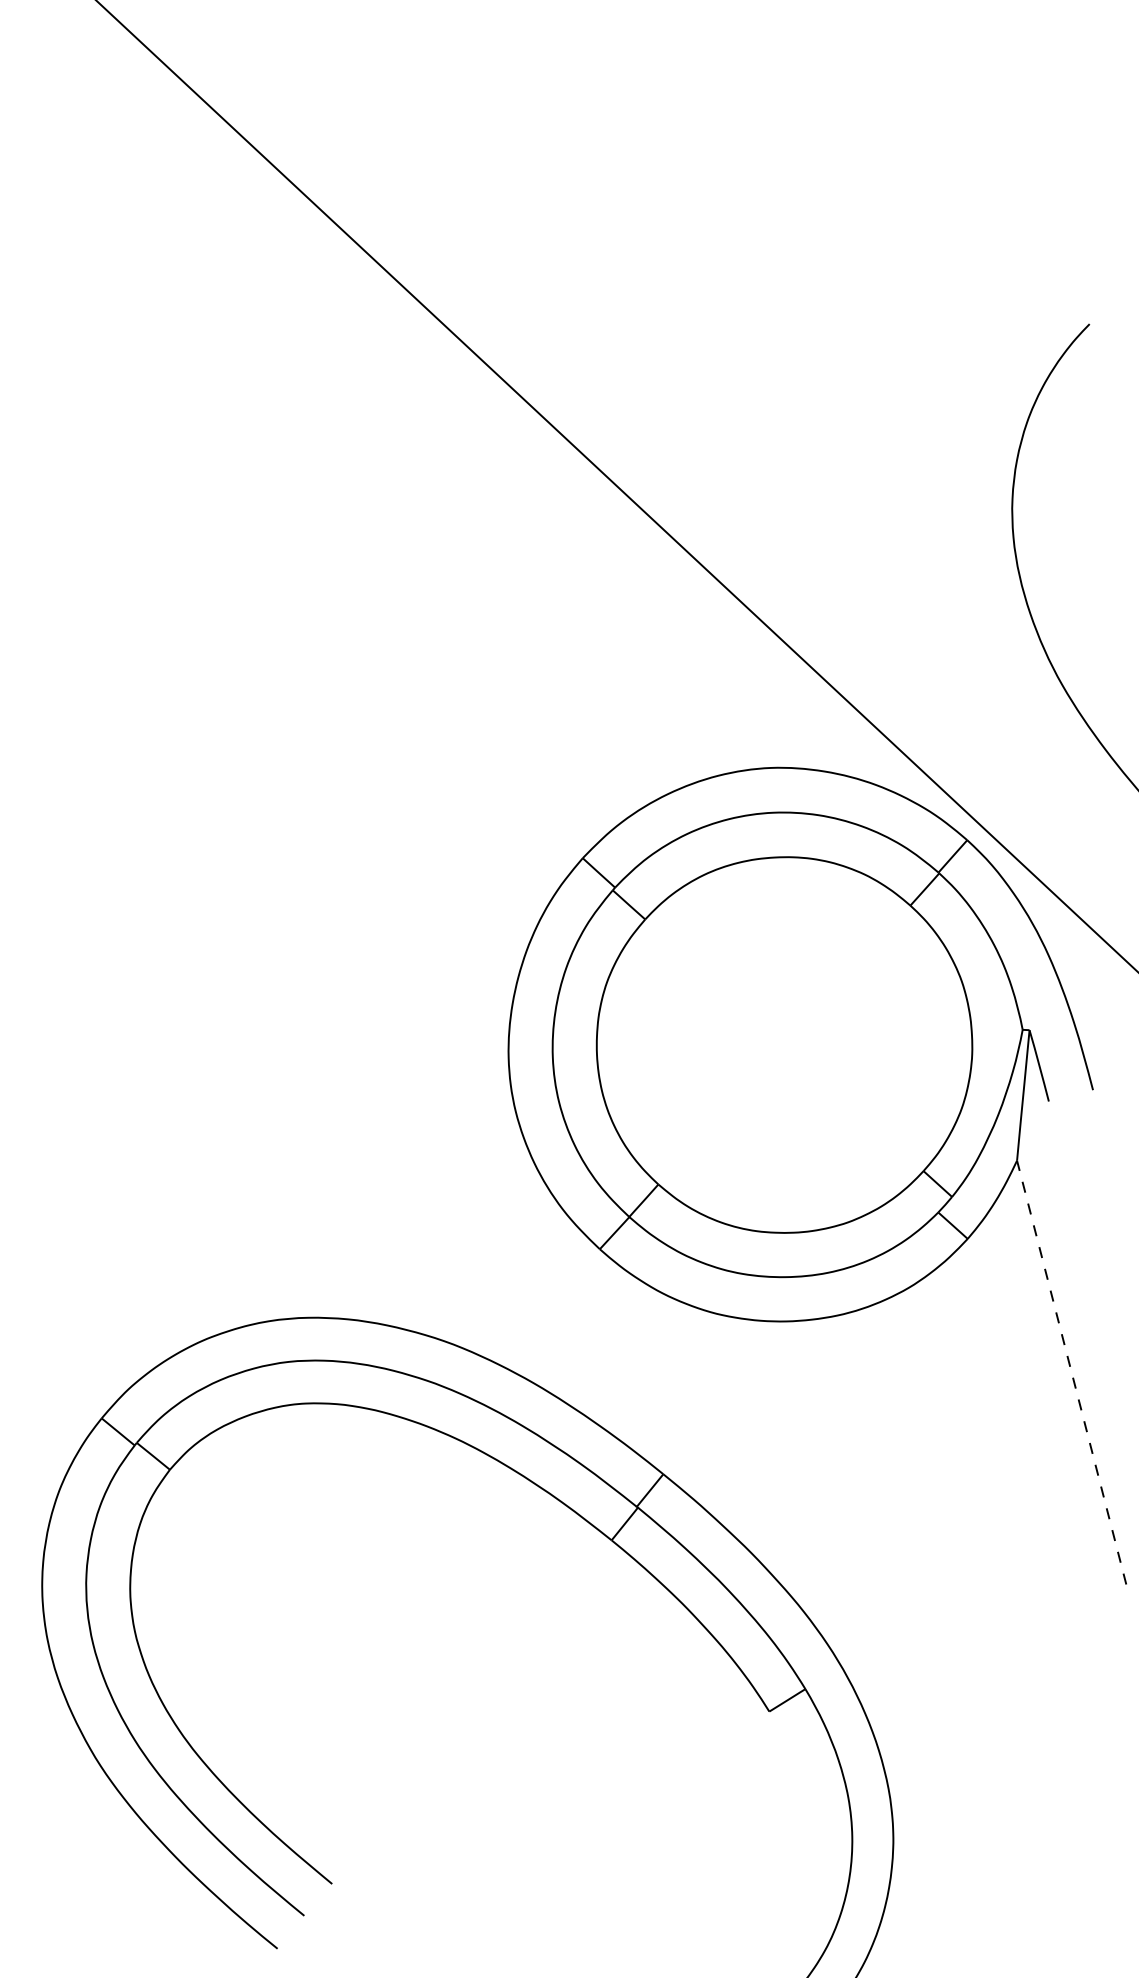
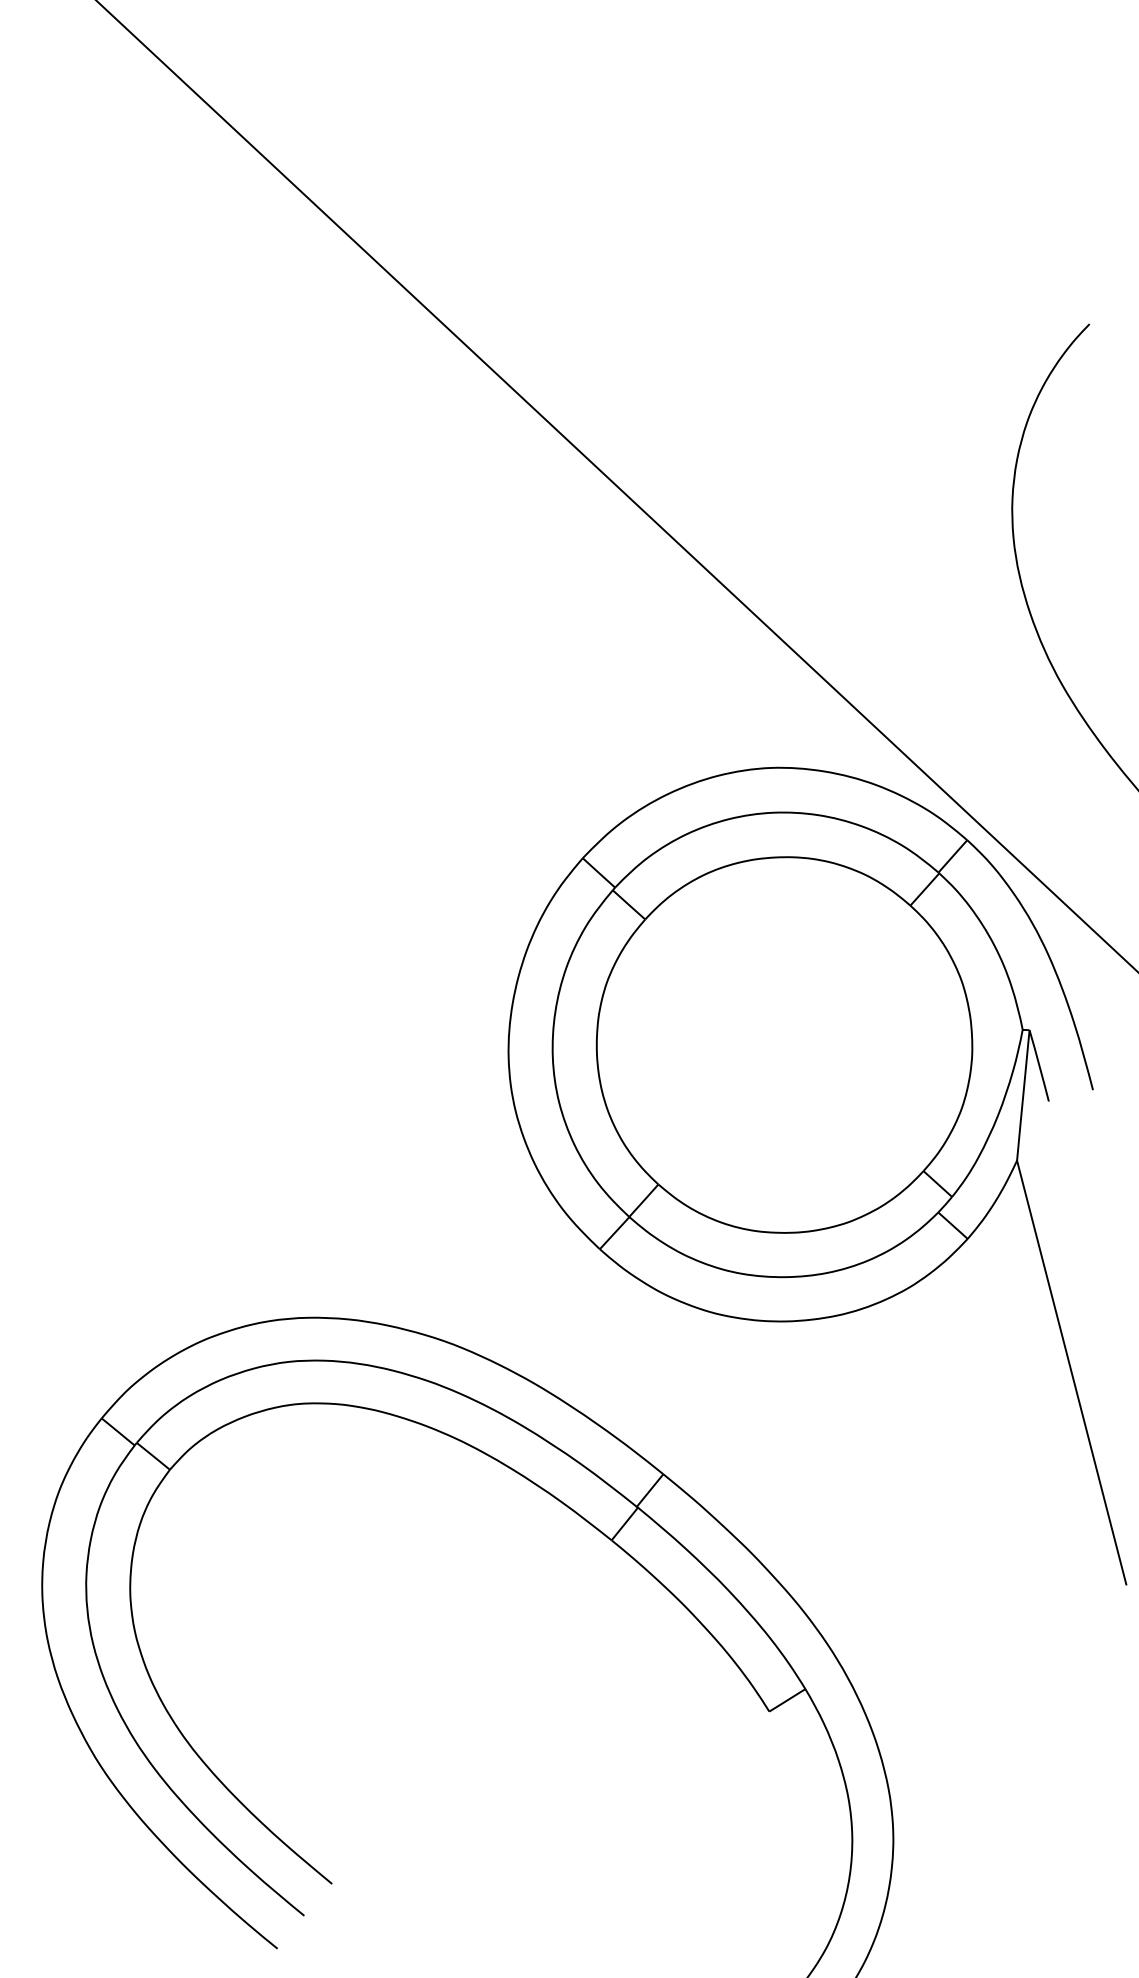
line at (1071, 1372): dashed -> solid
